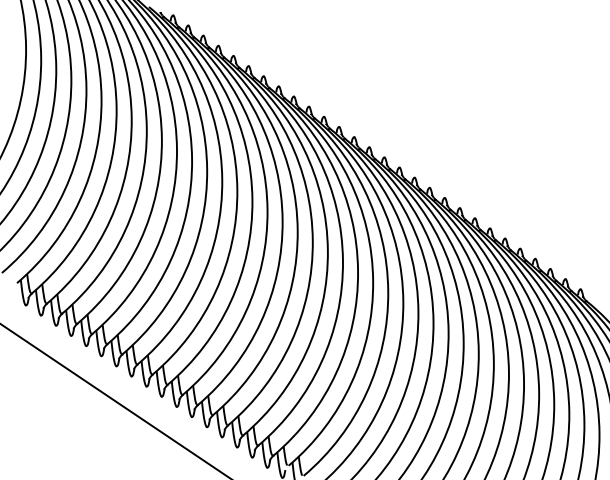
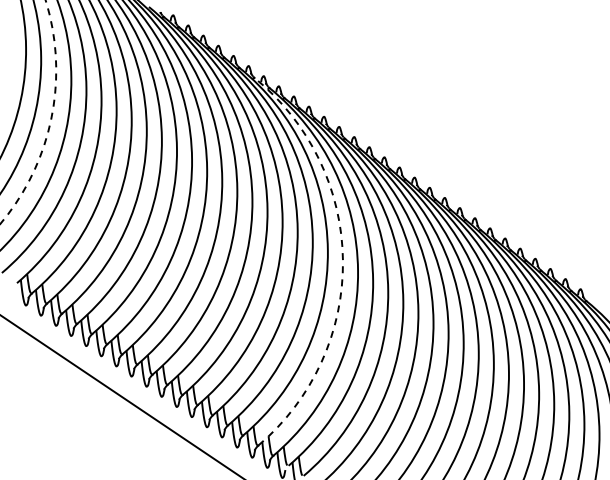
arc at (51, 118): solid -> dashed
arc at (342, 260): solid -> dashed
line at (114, 400) position: (114, 400) -> (121, 396)
